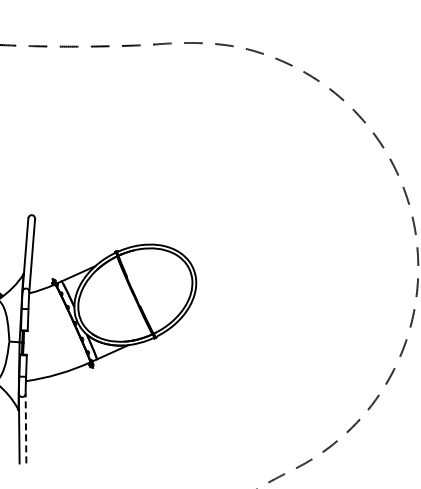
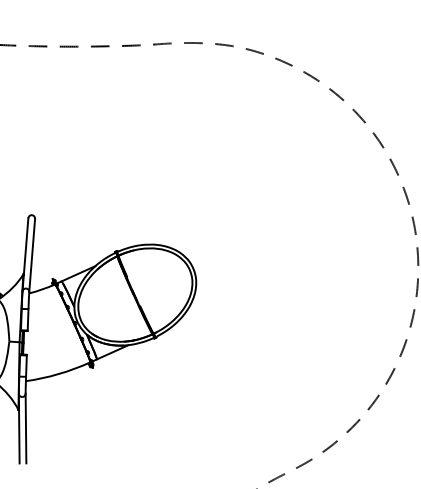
line at (26, 428): dashed -> solid
